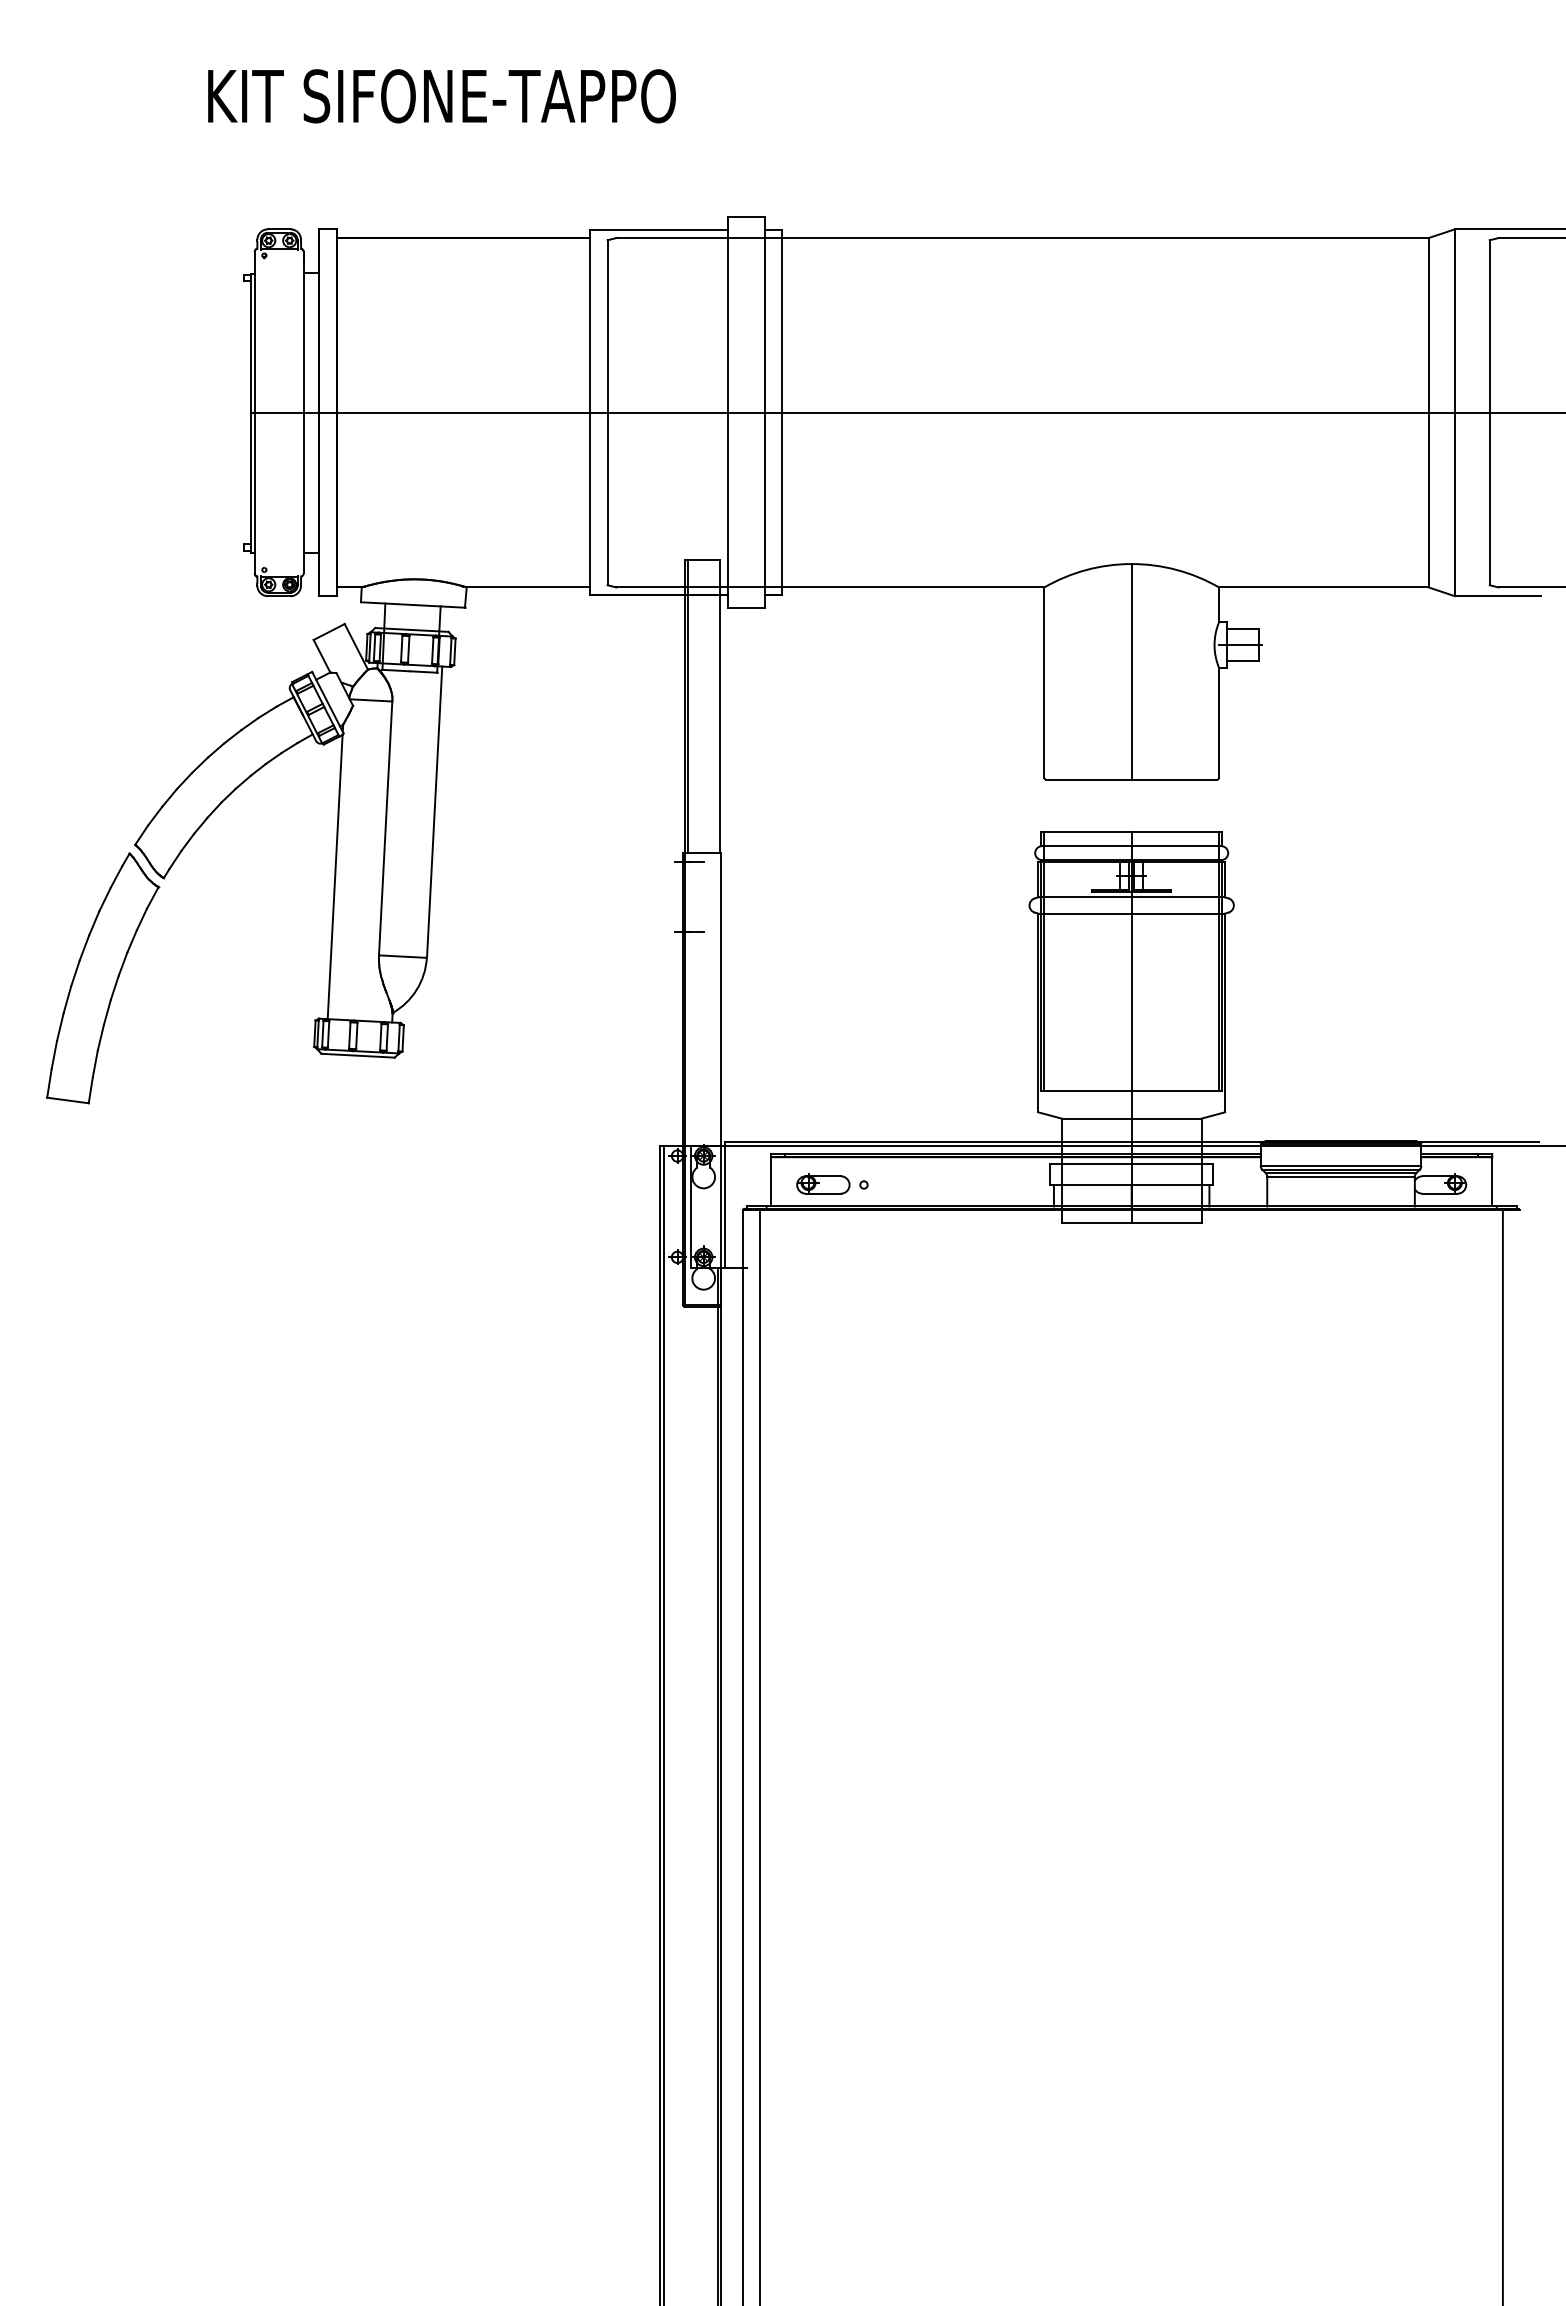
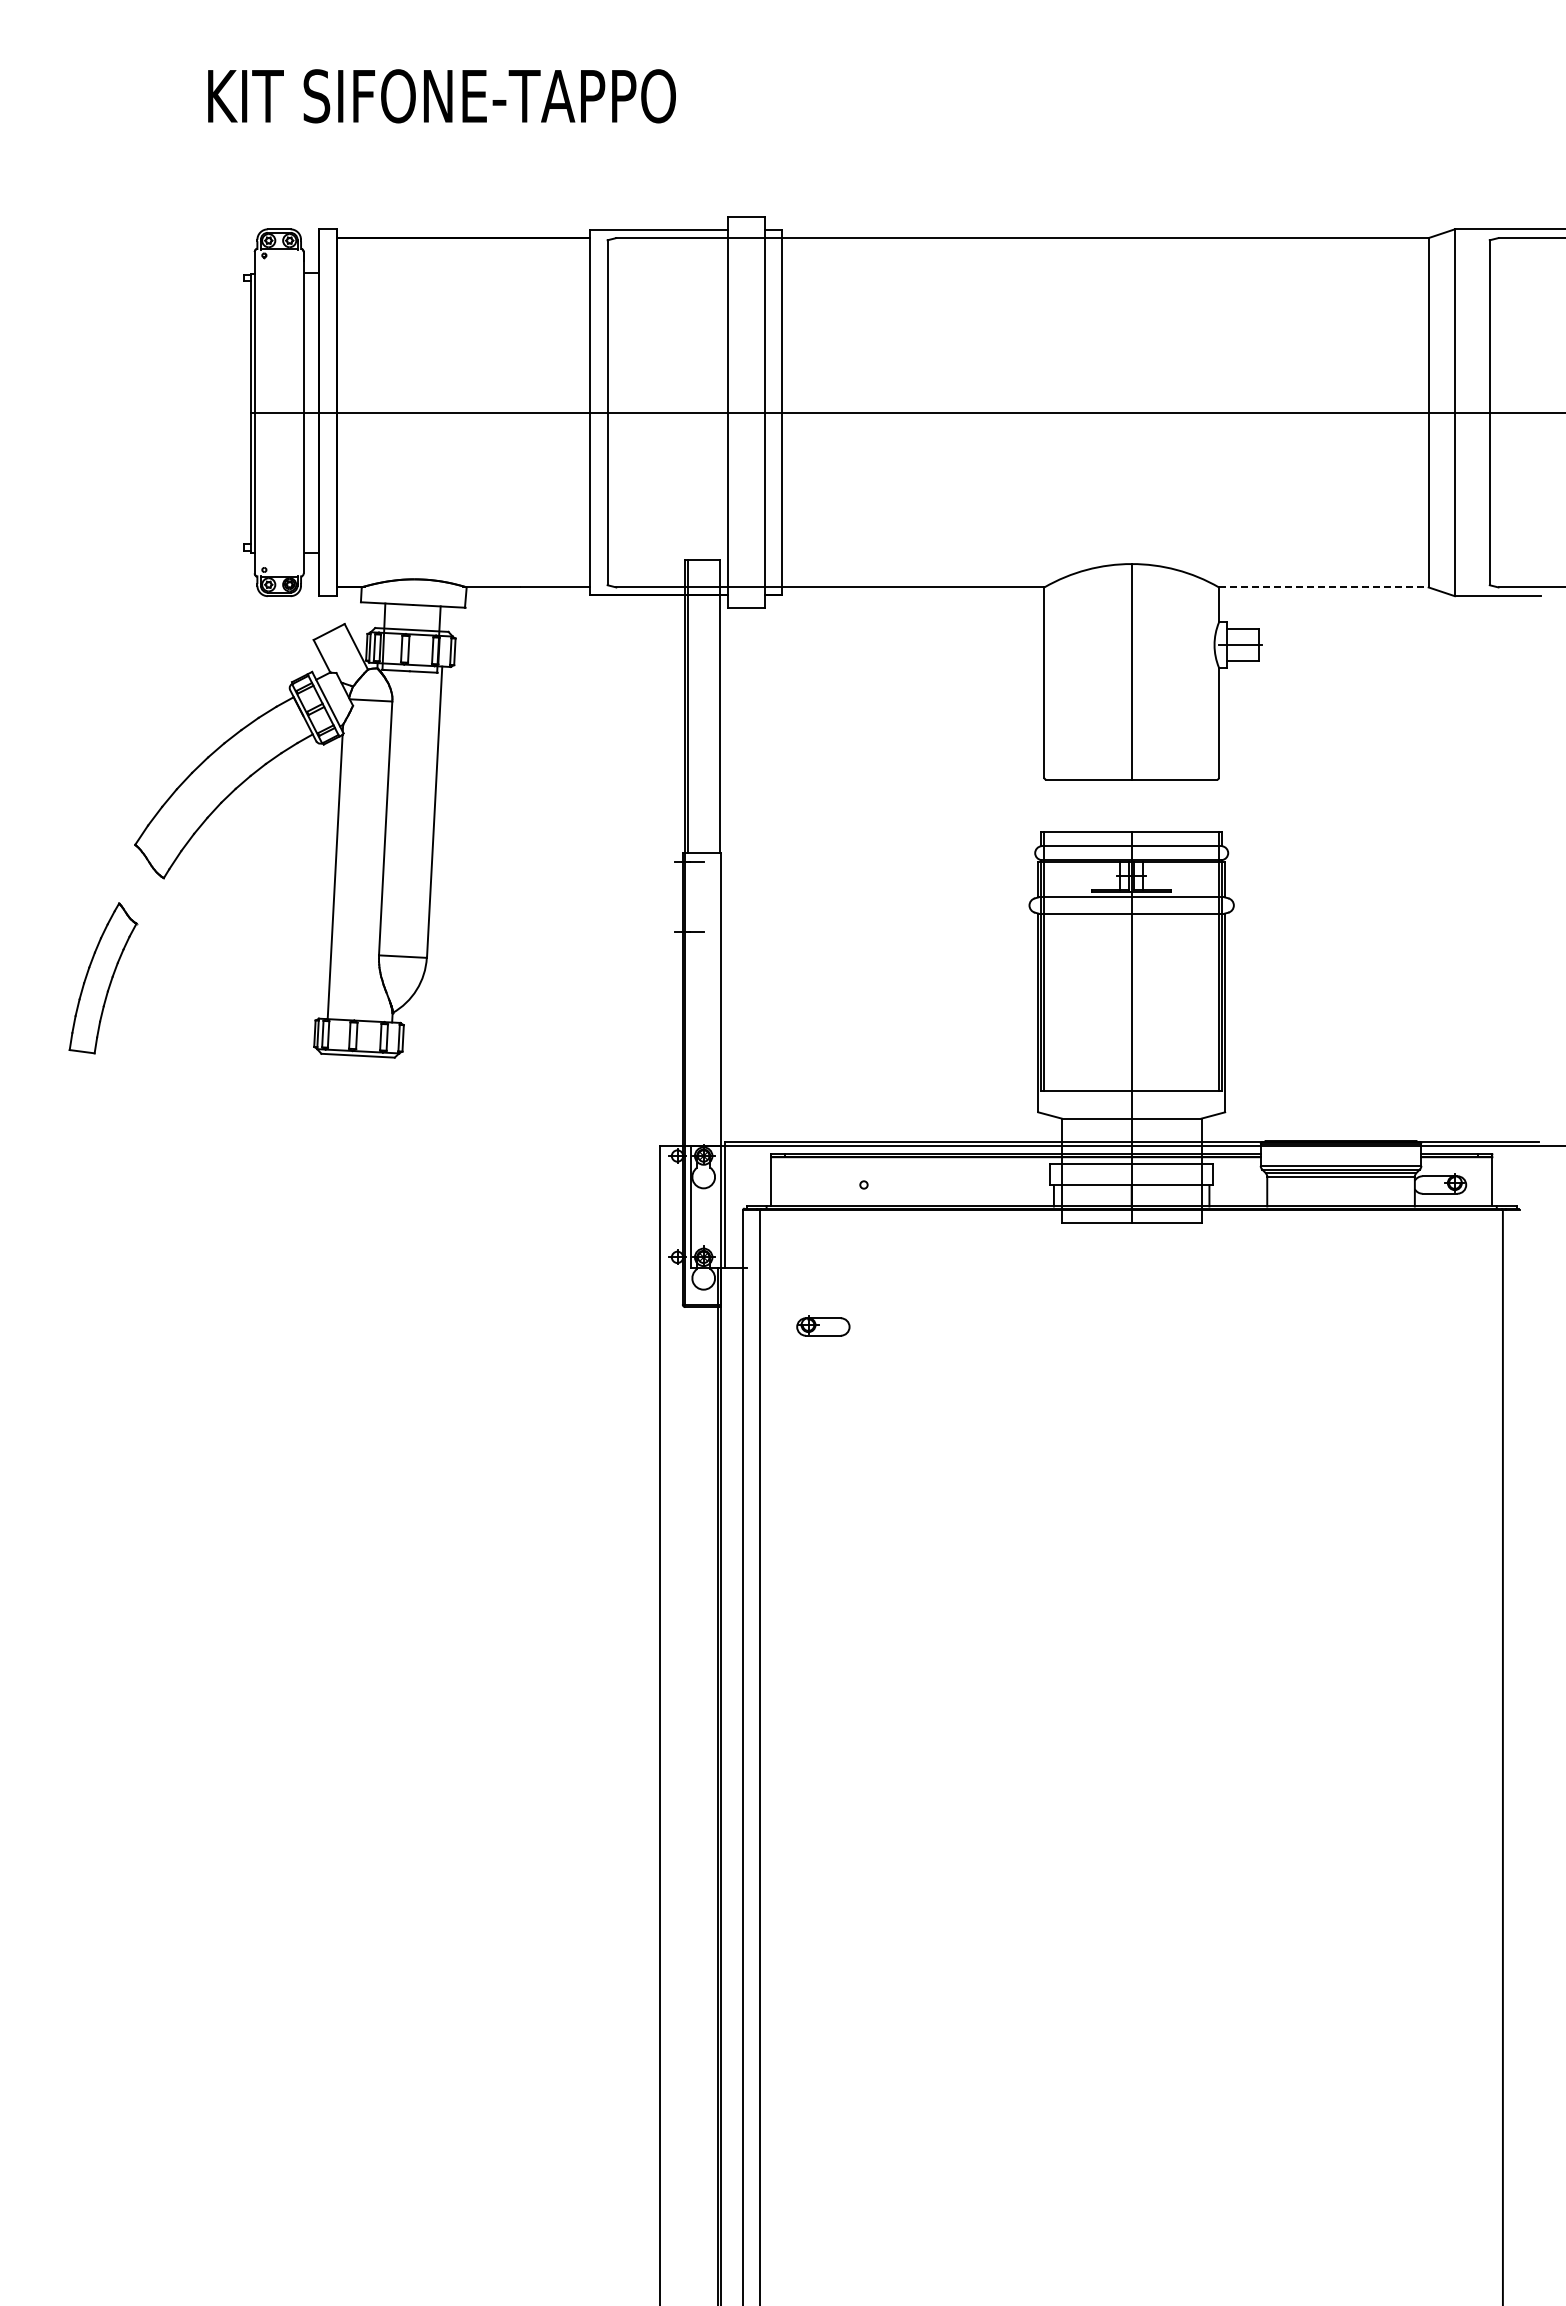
line at (1323, 587): solid -> dashed
part at (103, 978) size: 115x253 px -> 71x153 px
part at (823, 1183) position: (823, 1183) -> (823, 1325)
line at (663, 1723): present -> none
